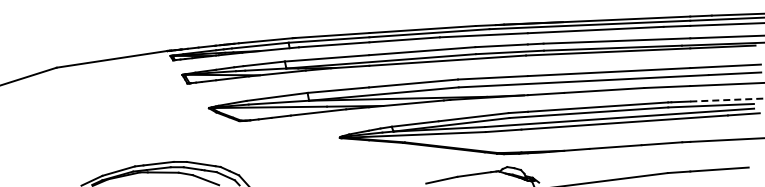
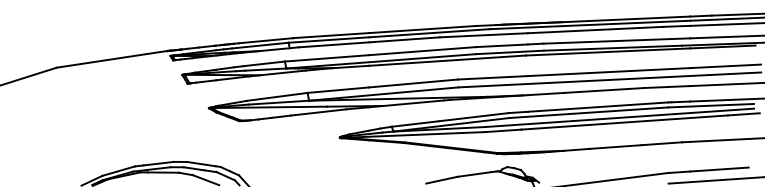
line at (727, 100): dashed -> solid
line at (714, 180): none -> present
